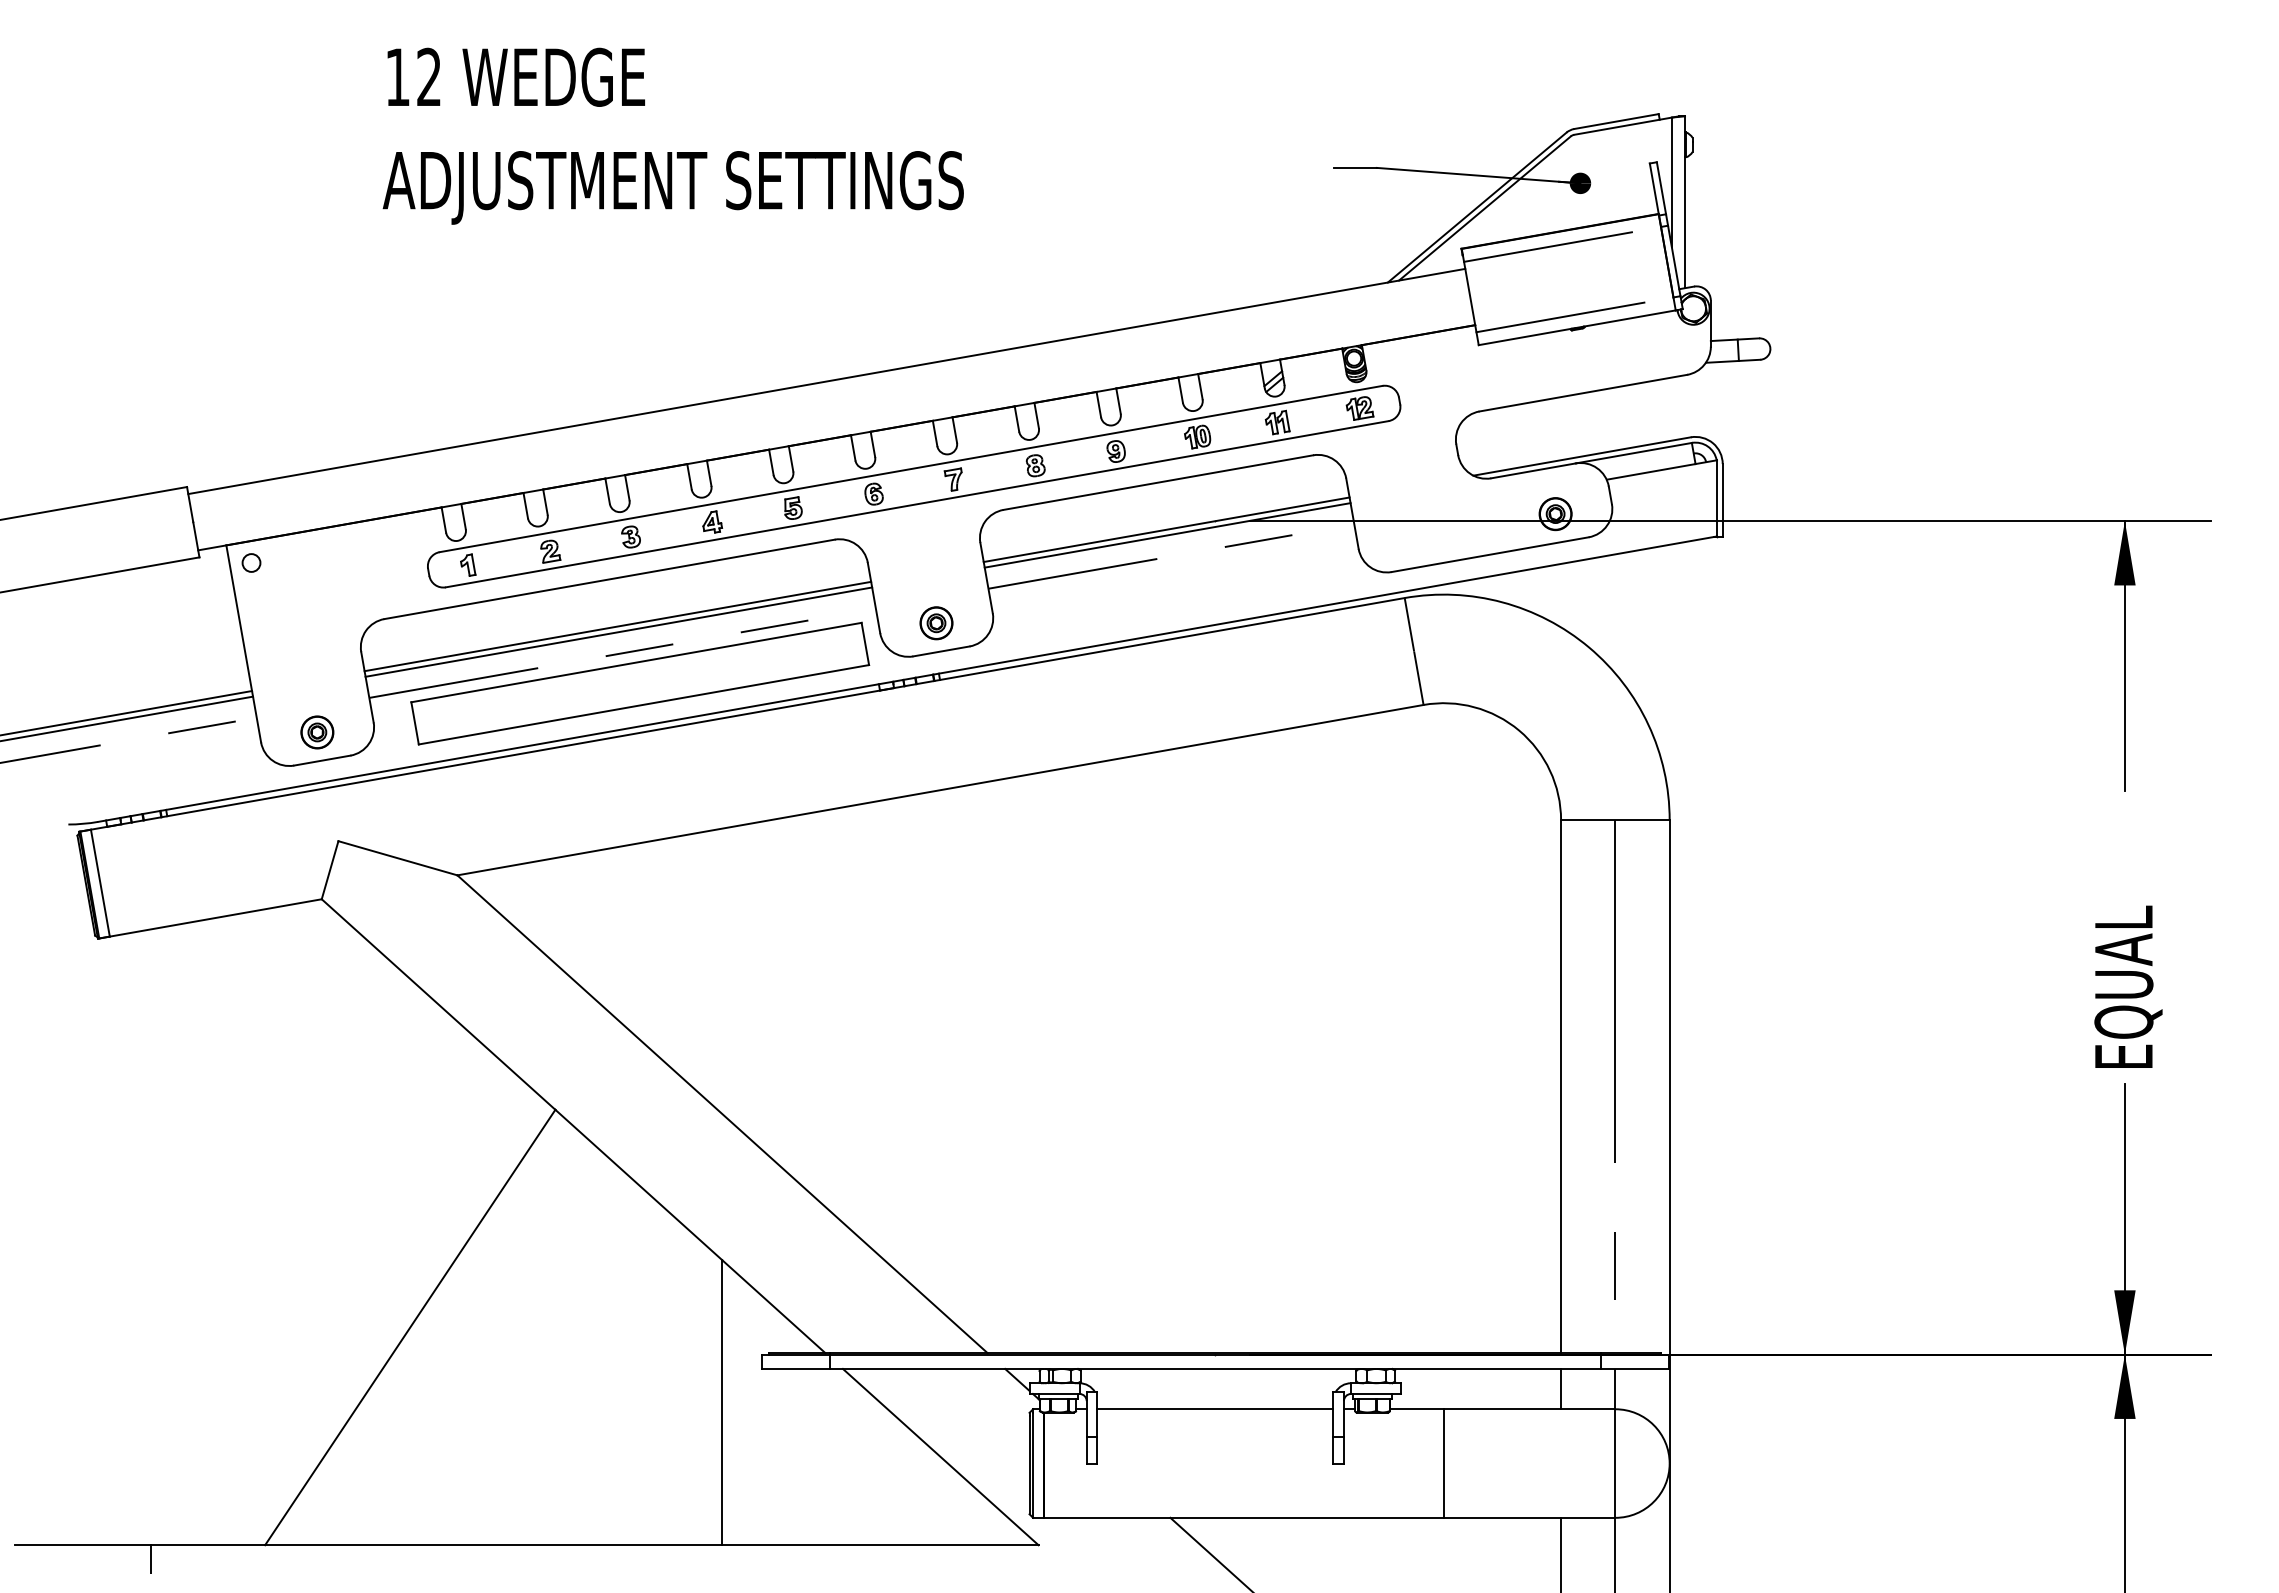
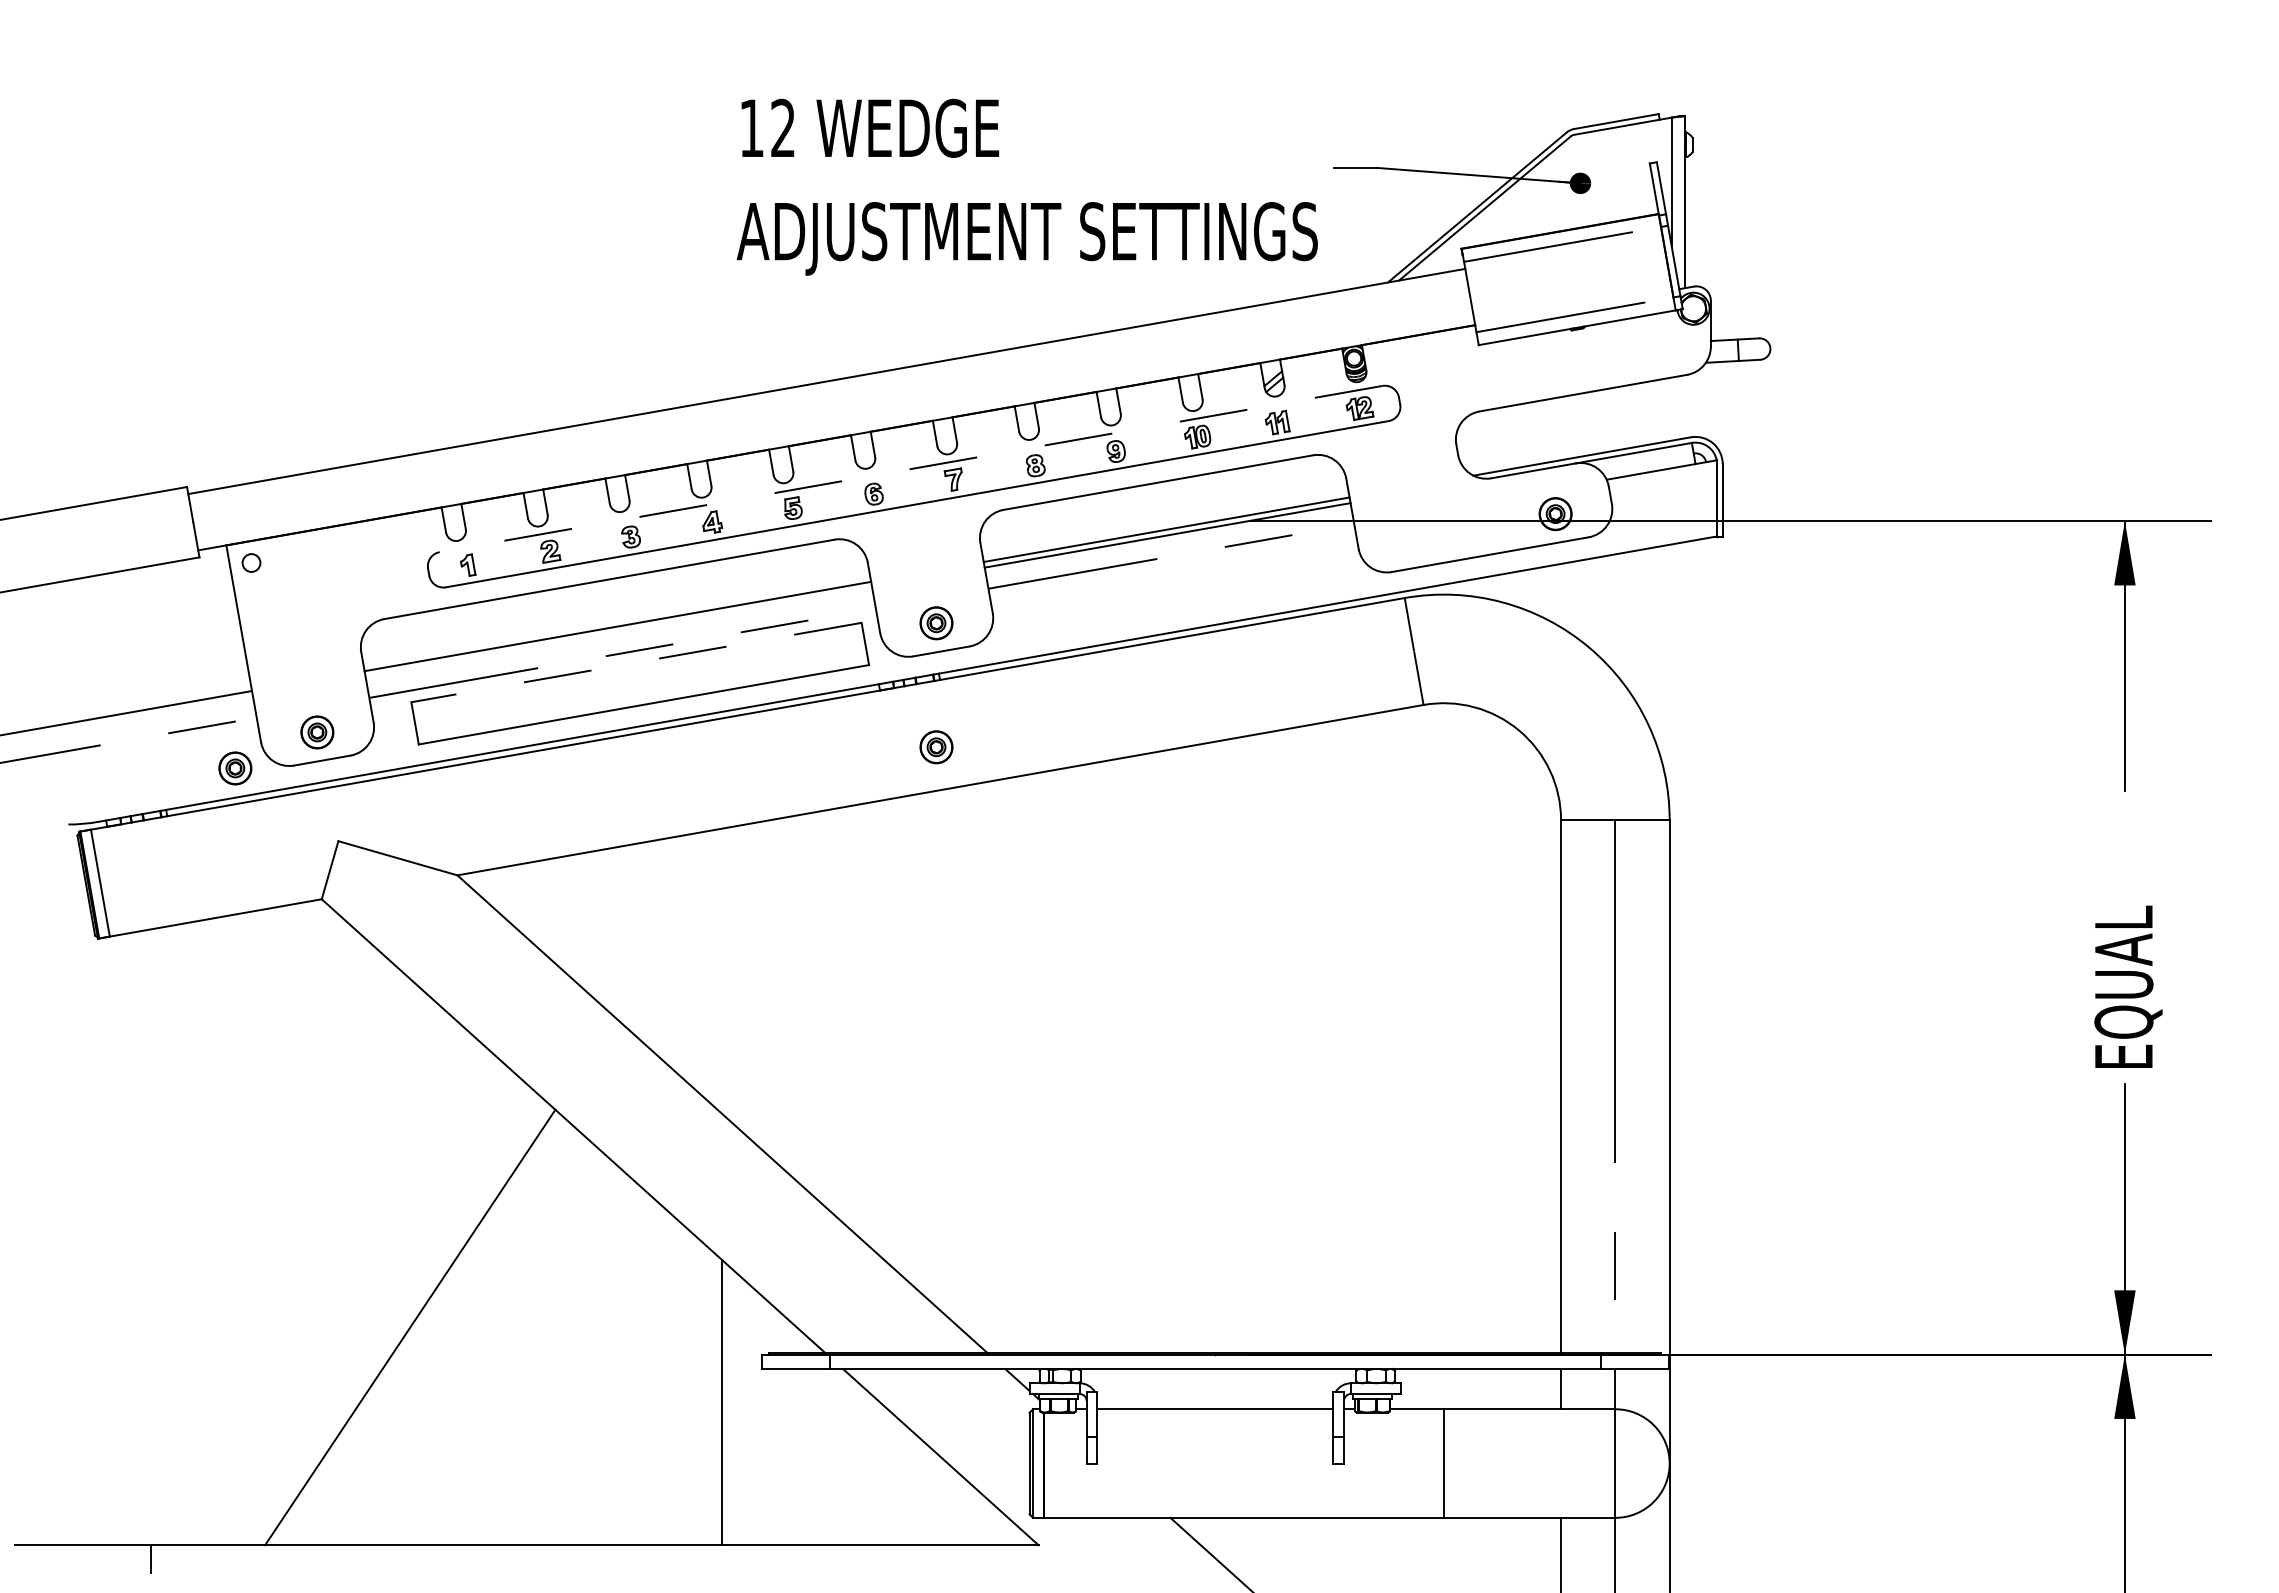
text at (672, 135) position: (672, 135) -> (1026, 186)
line at (911, 469): solid -> dashed
line at (618, 631): present -> none
line at (636, 662): solid -> dashed
line at (127, 718): present -> none
part at (936, 747): none -> present
part at (235, 768): none -> present
